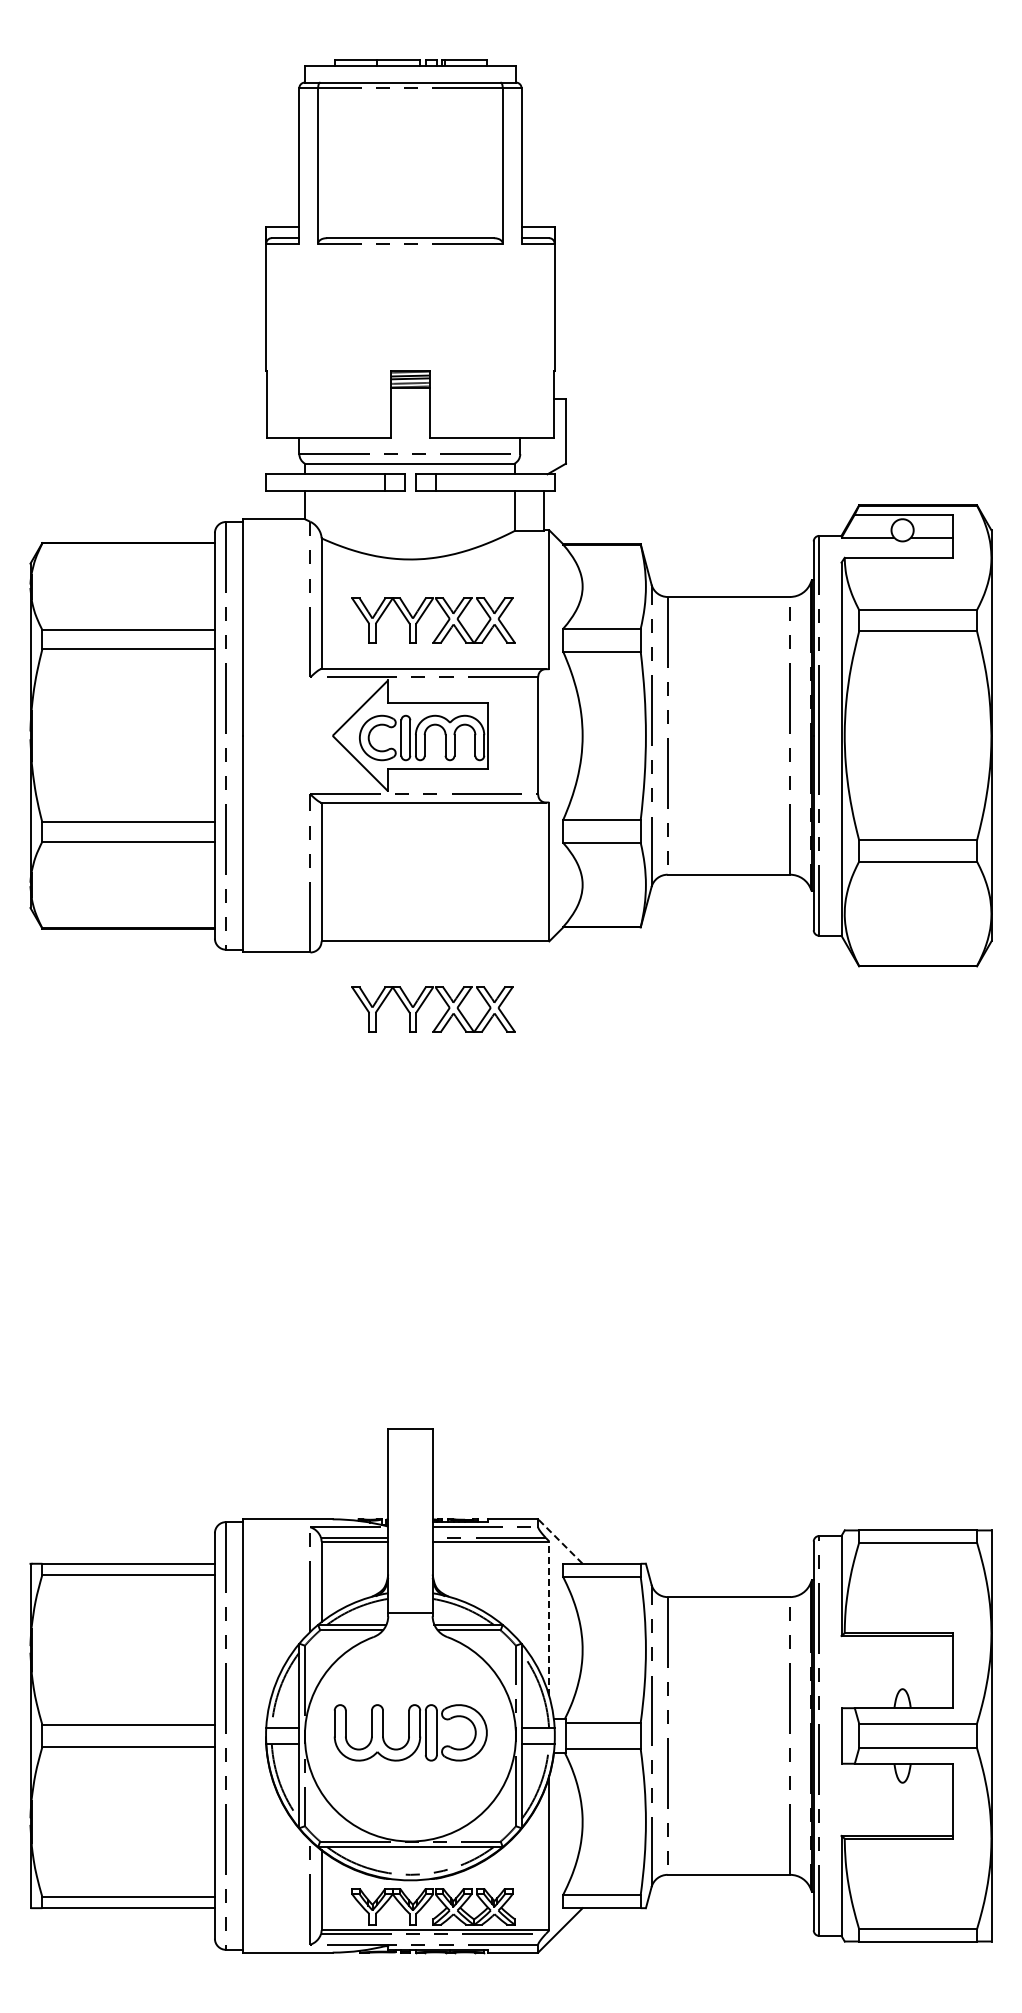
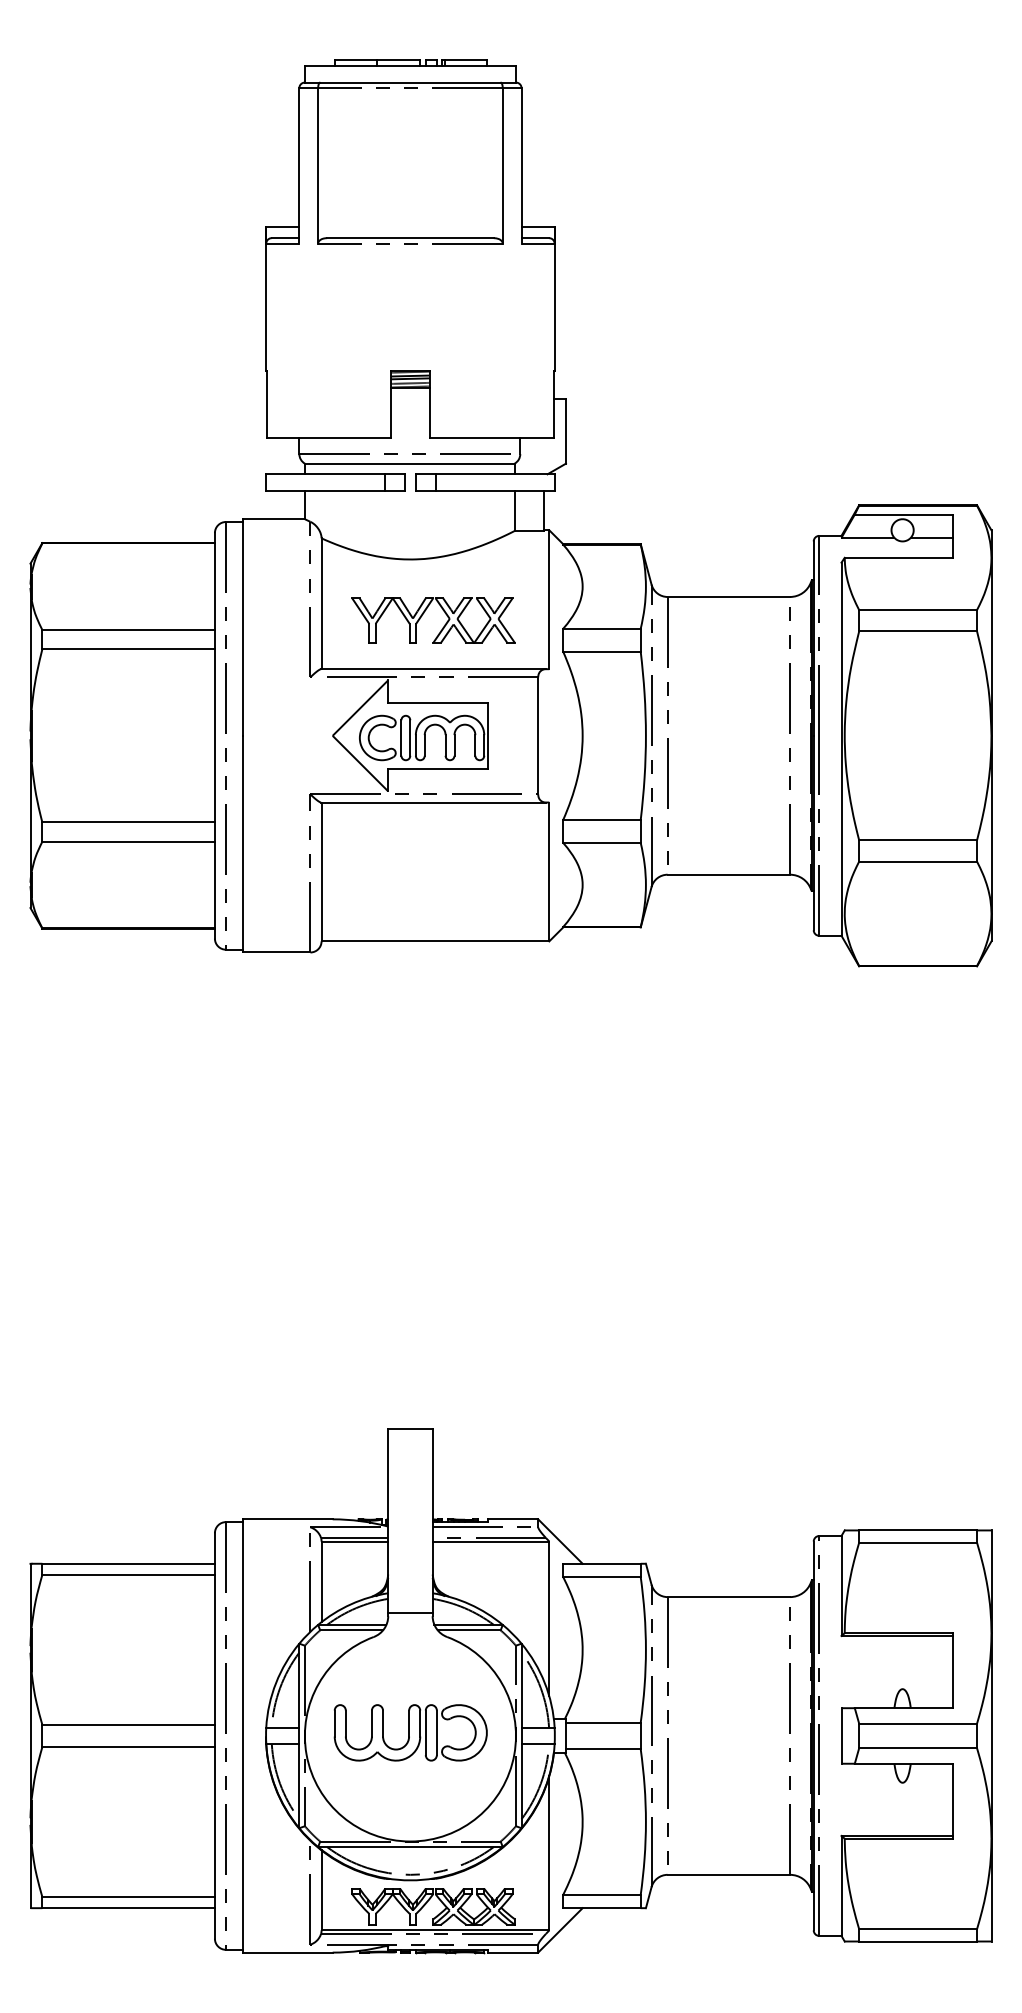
part at (424, 1002): present -> none
line at (560, 1541): dashed -> solid
line at (549, 1618): dashed -> solid
